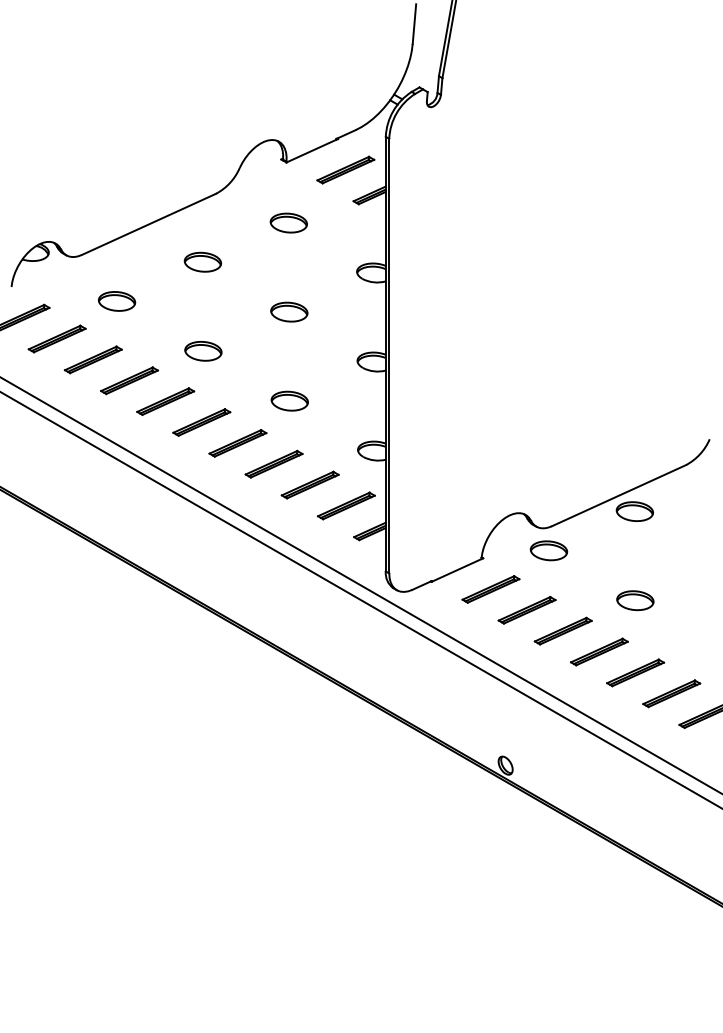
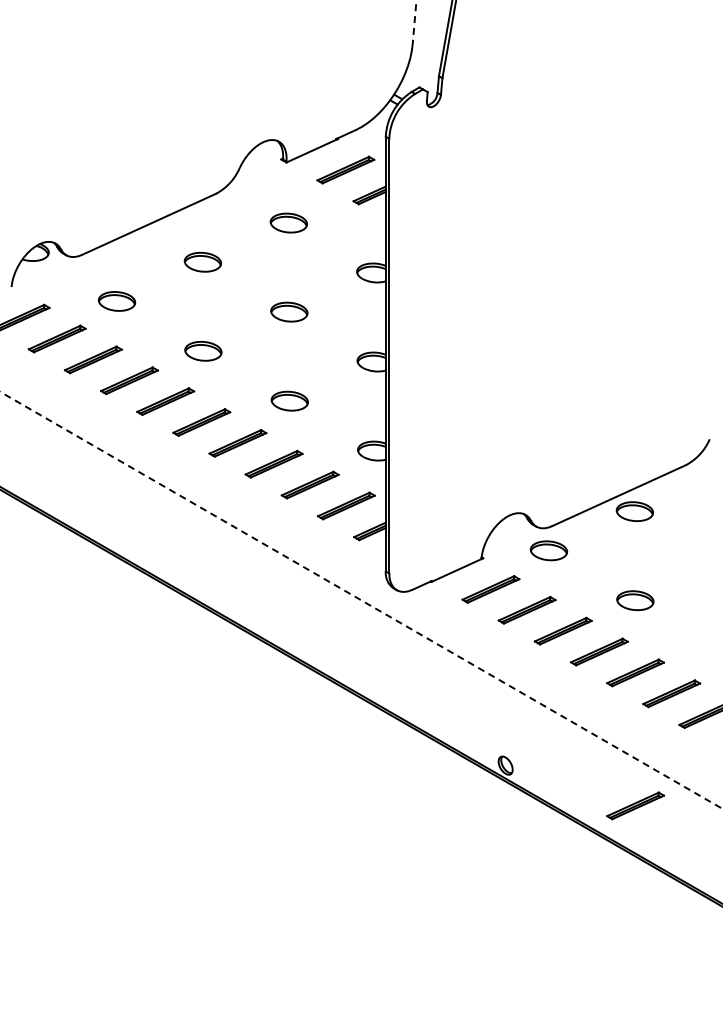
line at (414, 24): solid -> dashed
line at (360, 585): present -> none
line at (361, 600): solid -> dashed
part at (635, 805): none -> present
